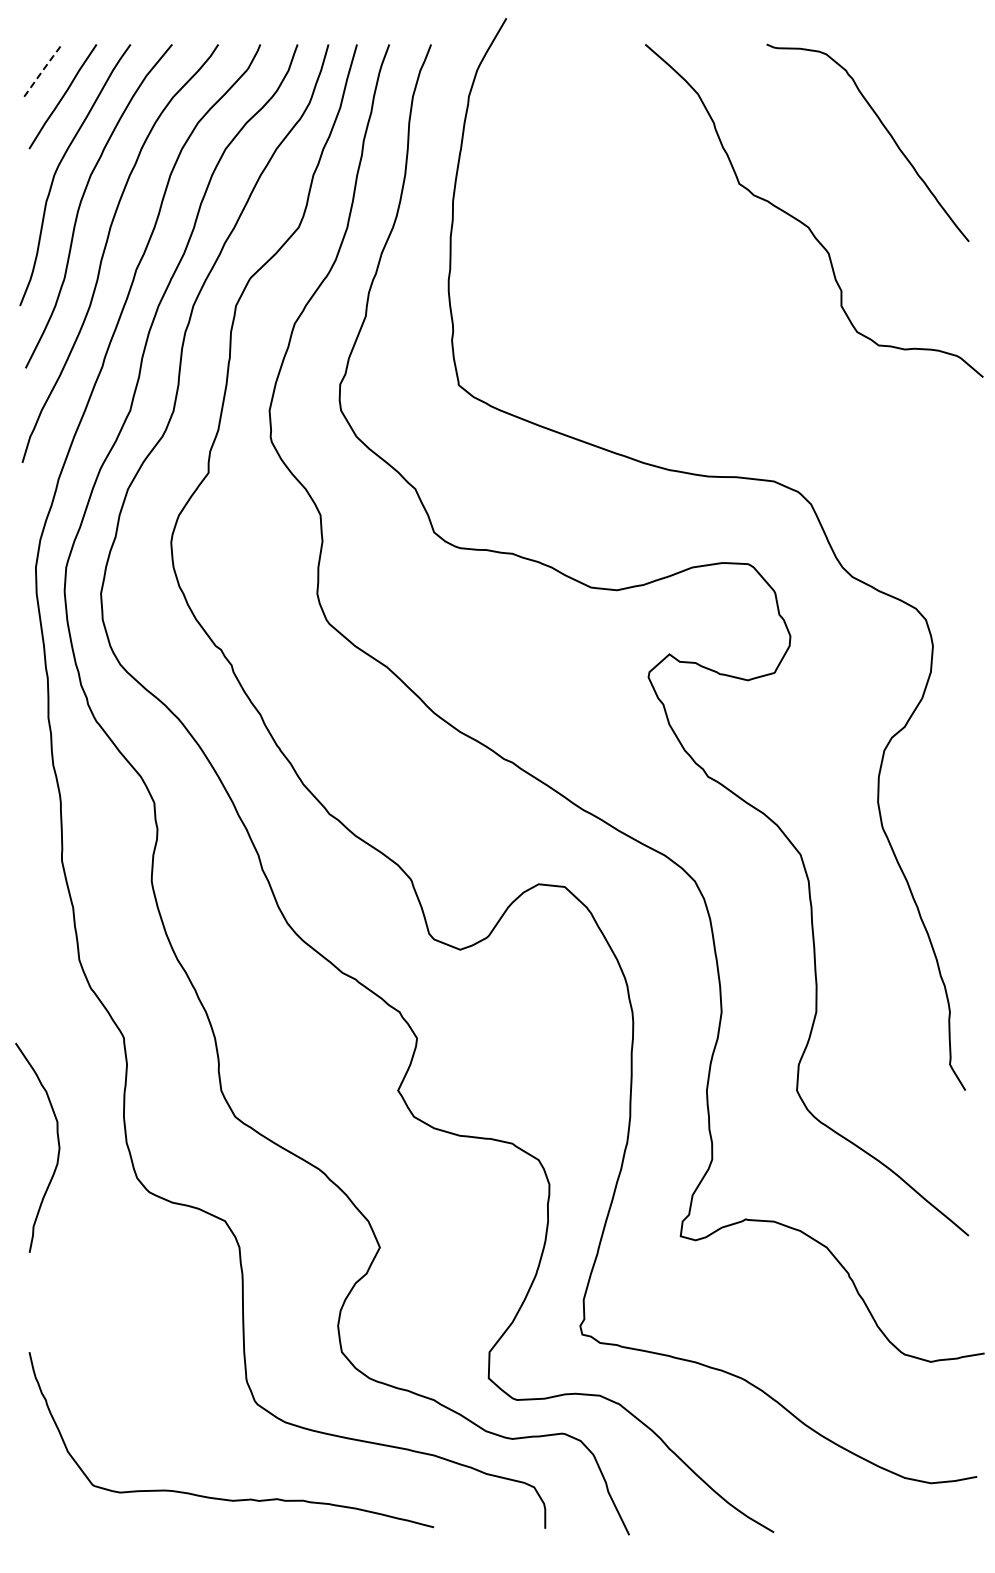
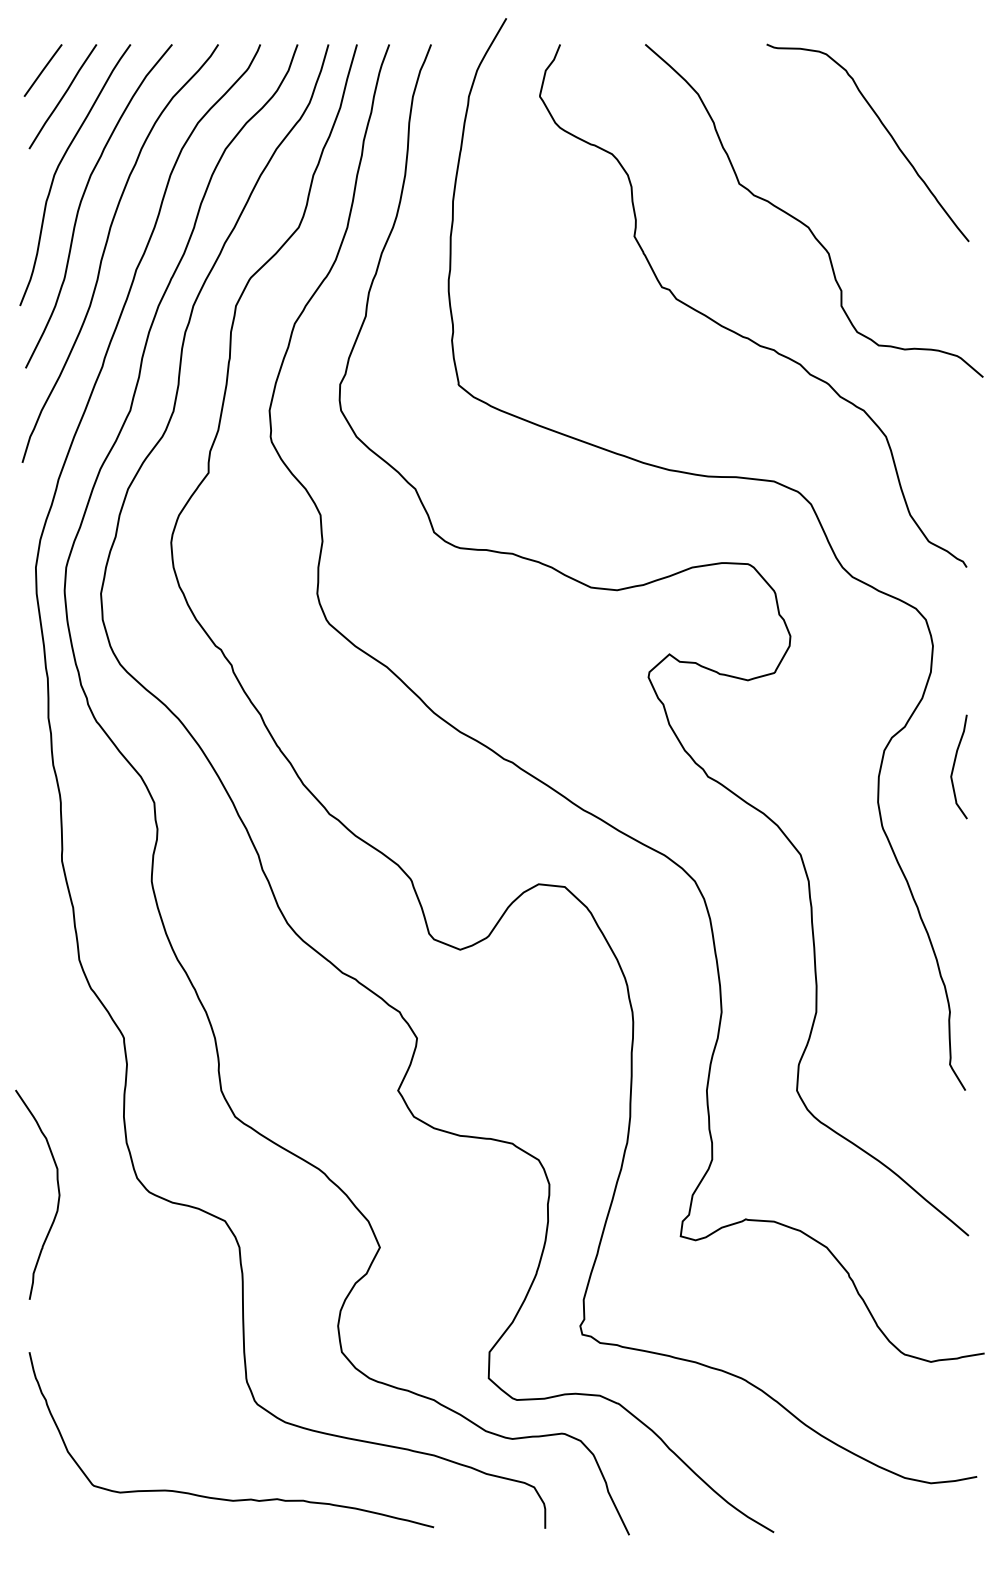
line at (42, 70): dashed -> solid
curve at (737, 332): none -> present
curve at (954, 766): none -> present
curve at (57, 1141) position: (57, 1141) -> (57, 1188)
